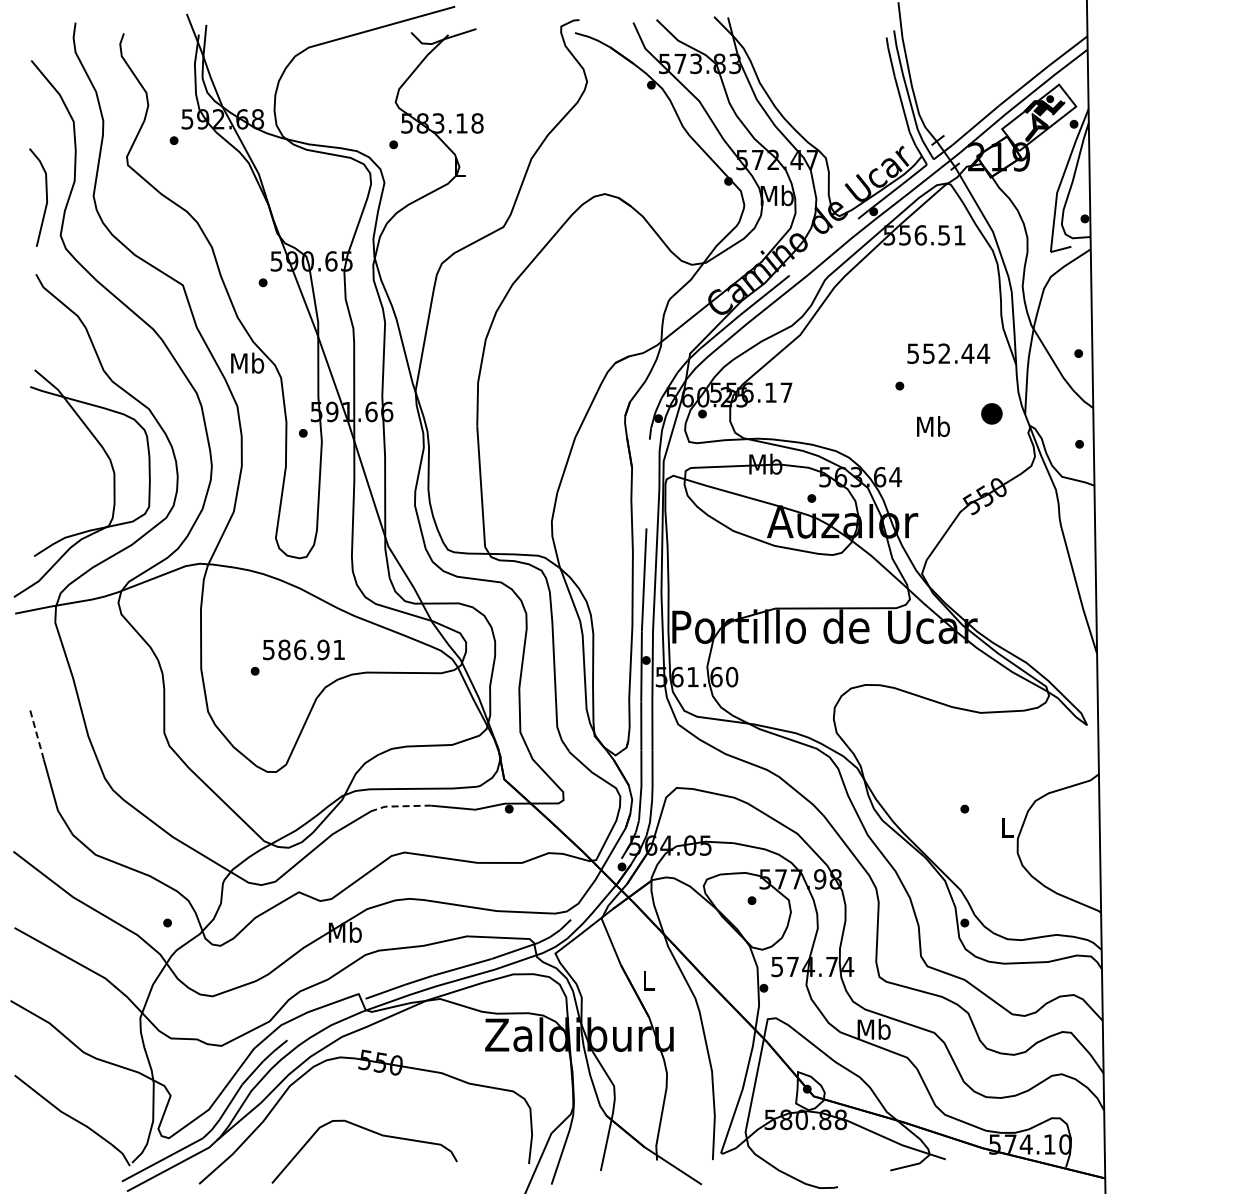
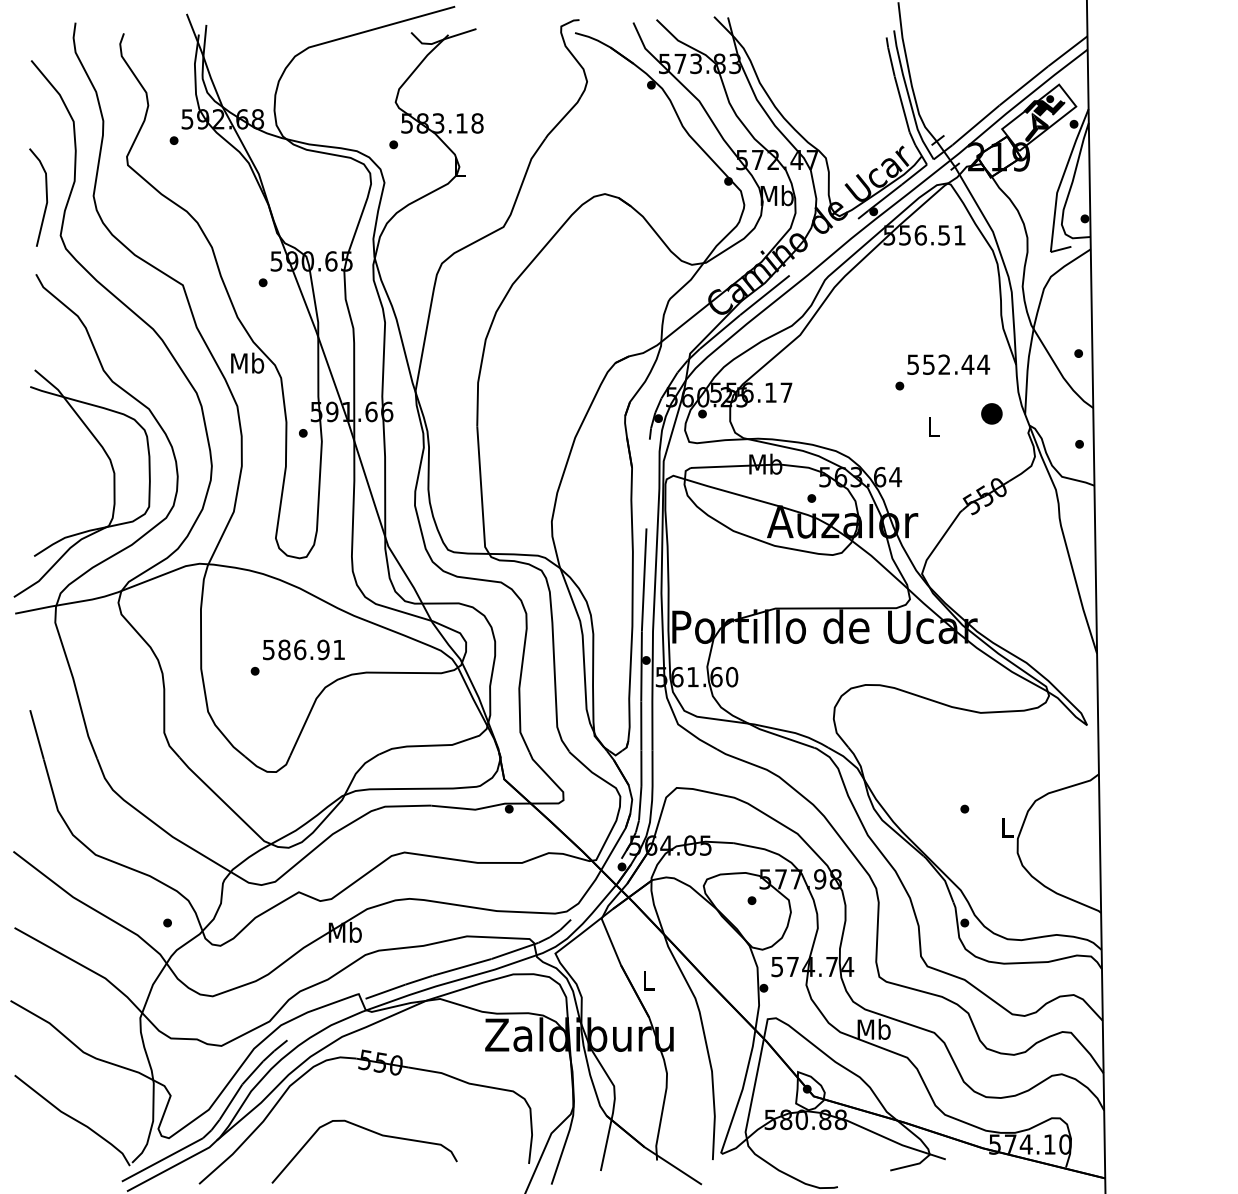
text at (948, 353) position: (948, 353) -> (948, 364)
text at (933, 426): Mb -> L
line at (37, 734): dashed -> solid
line at (404, 806): dashed -> solid
